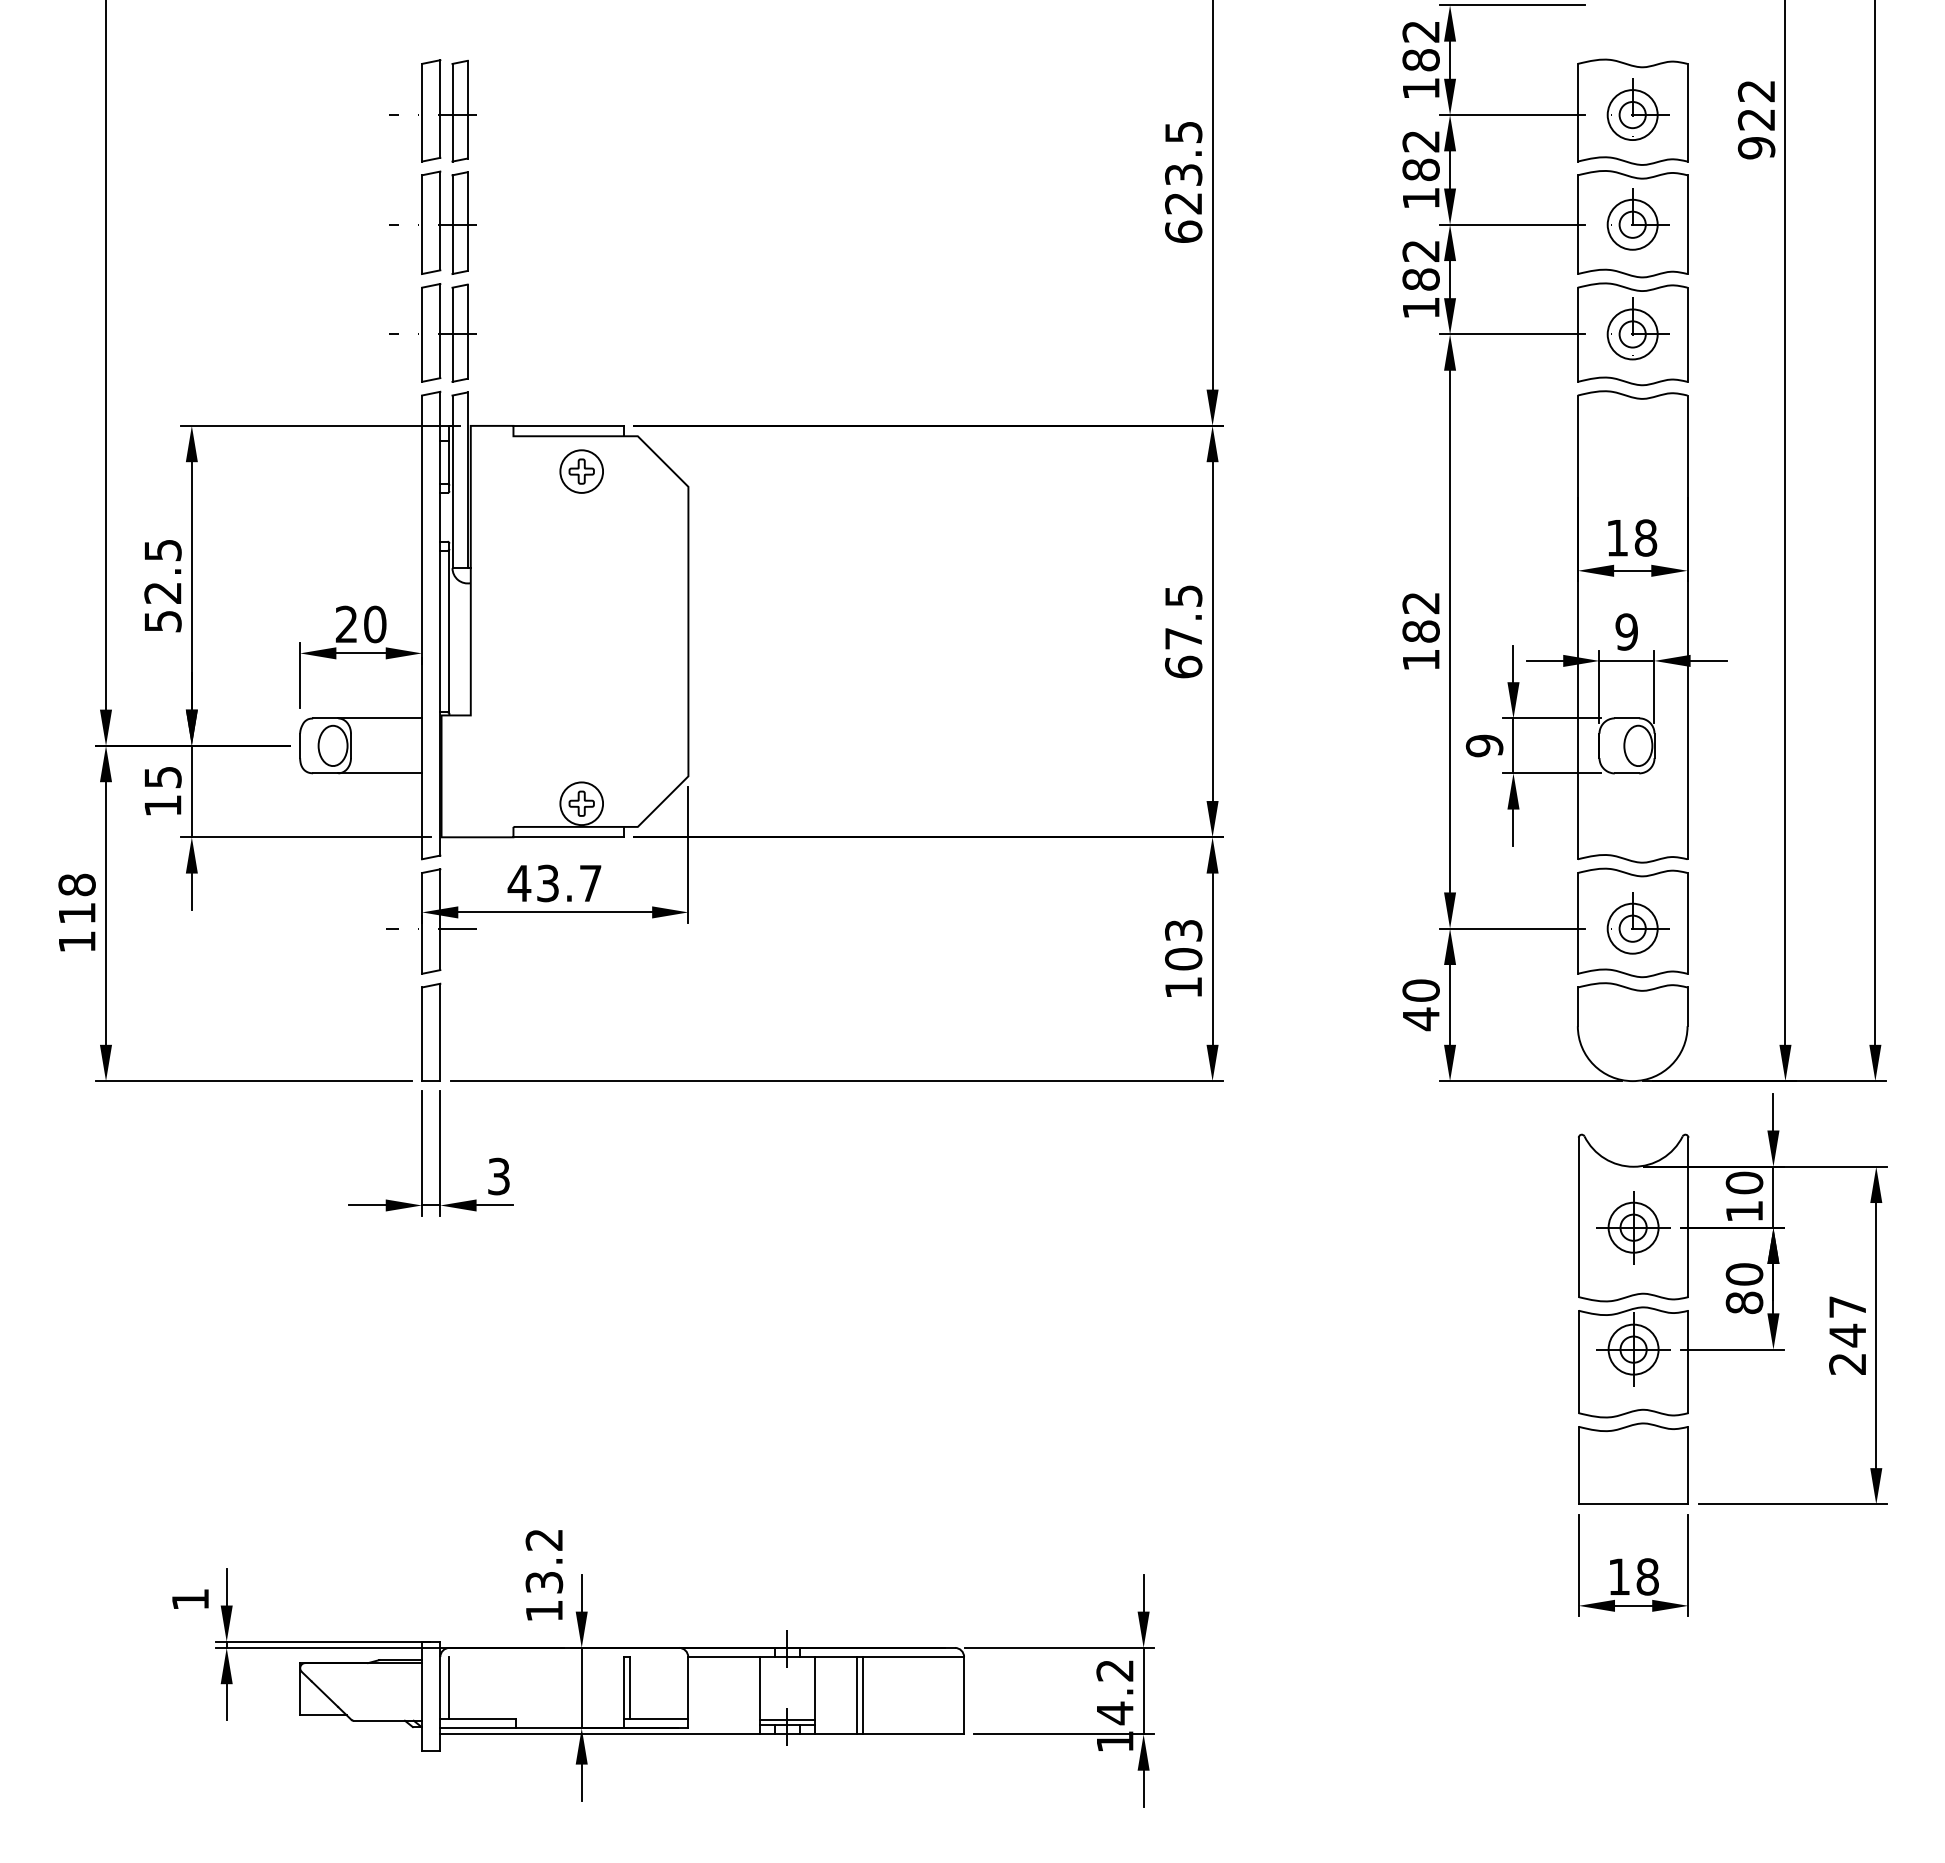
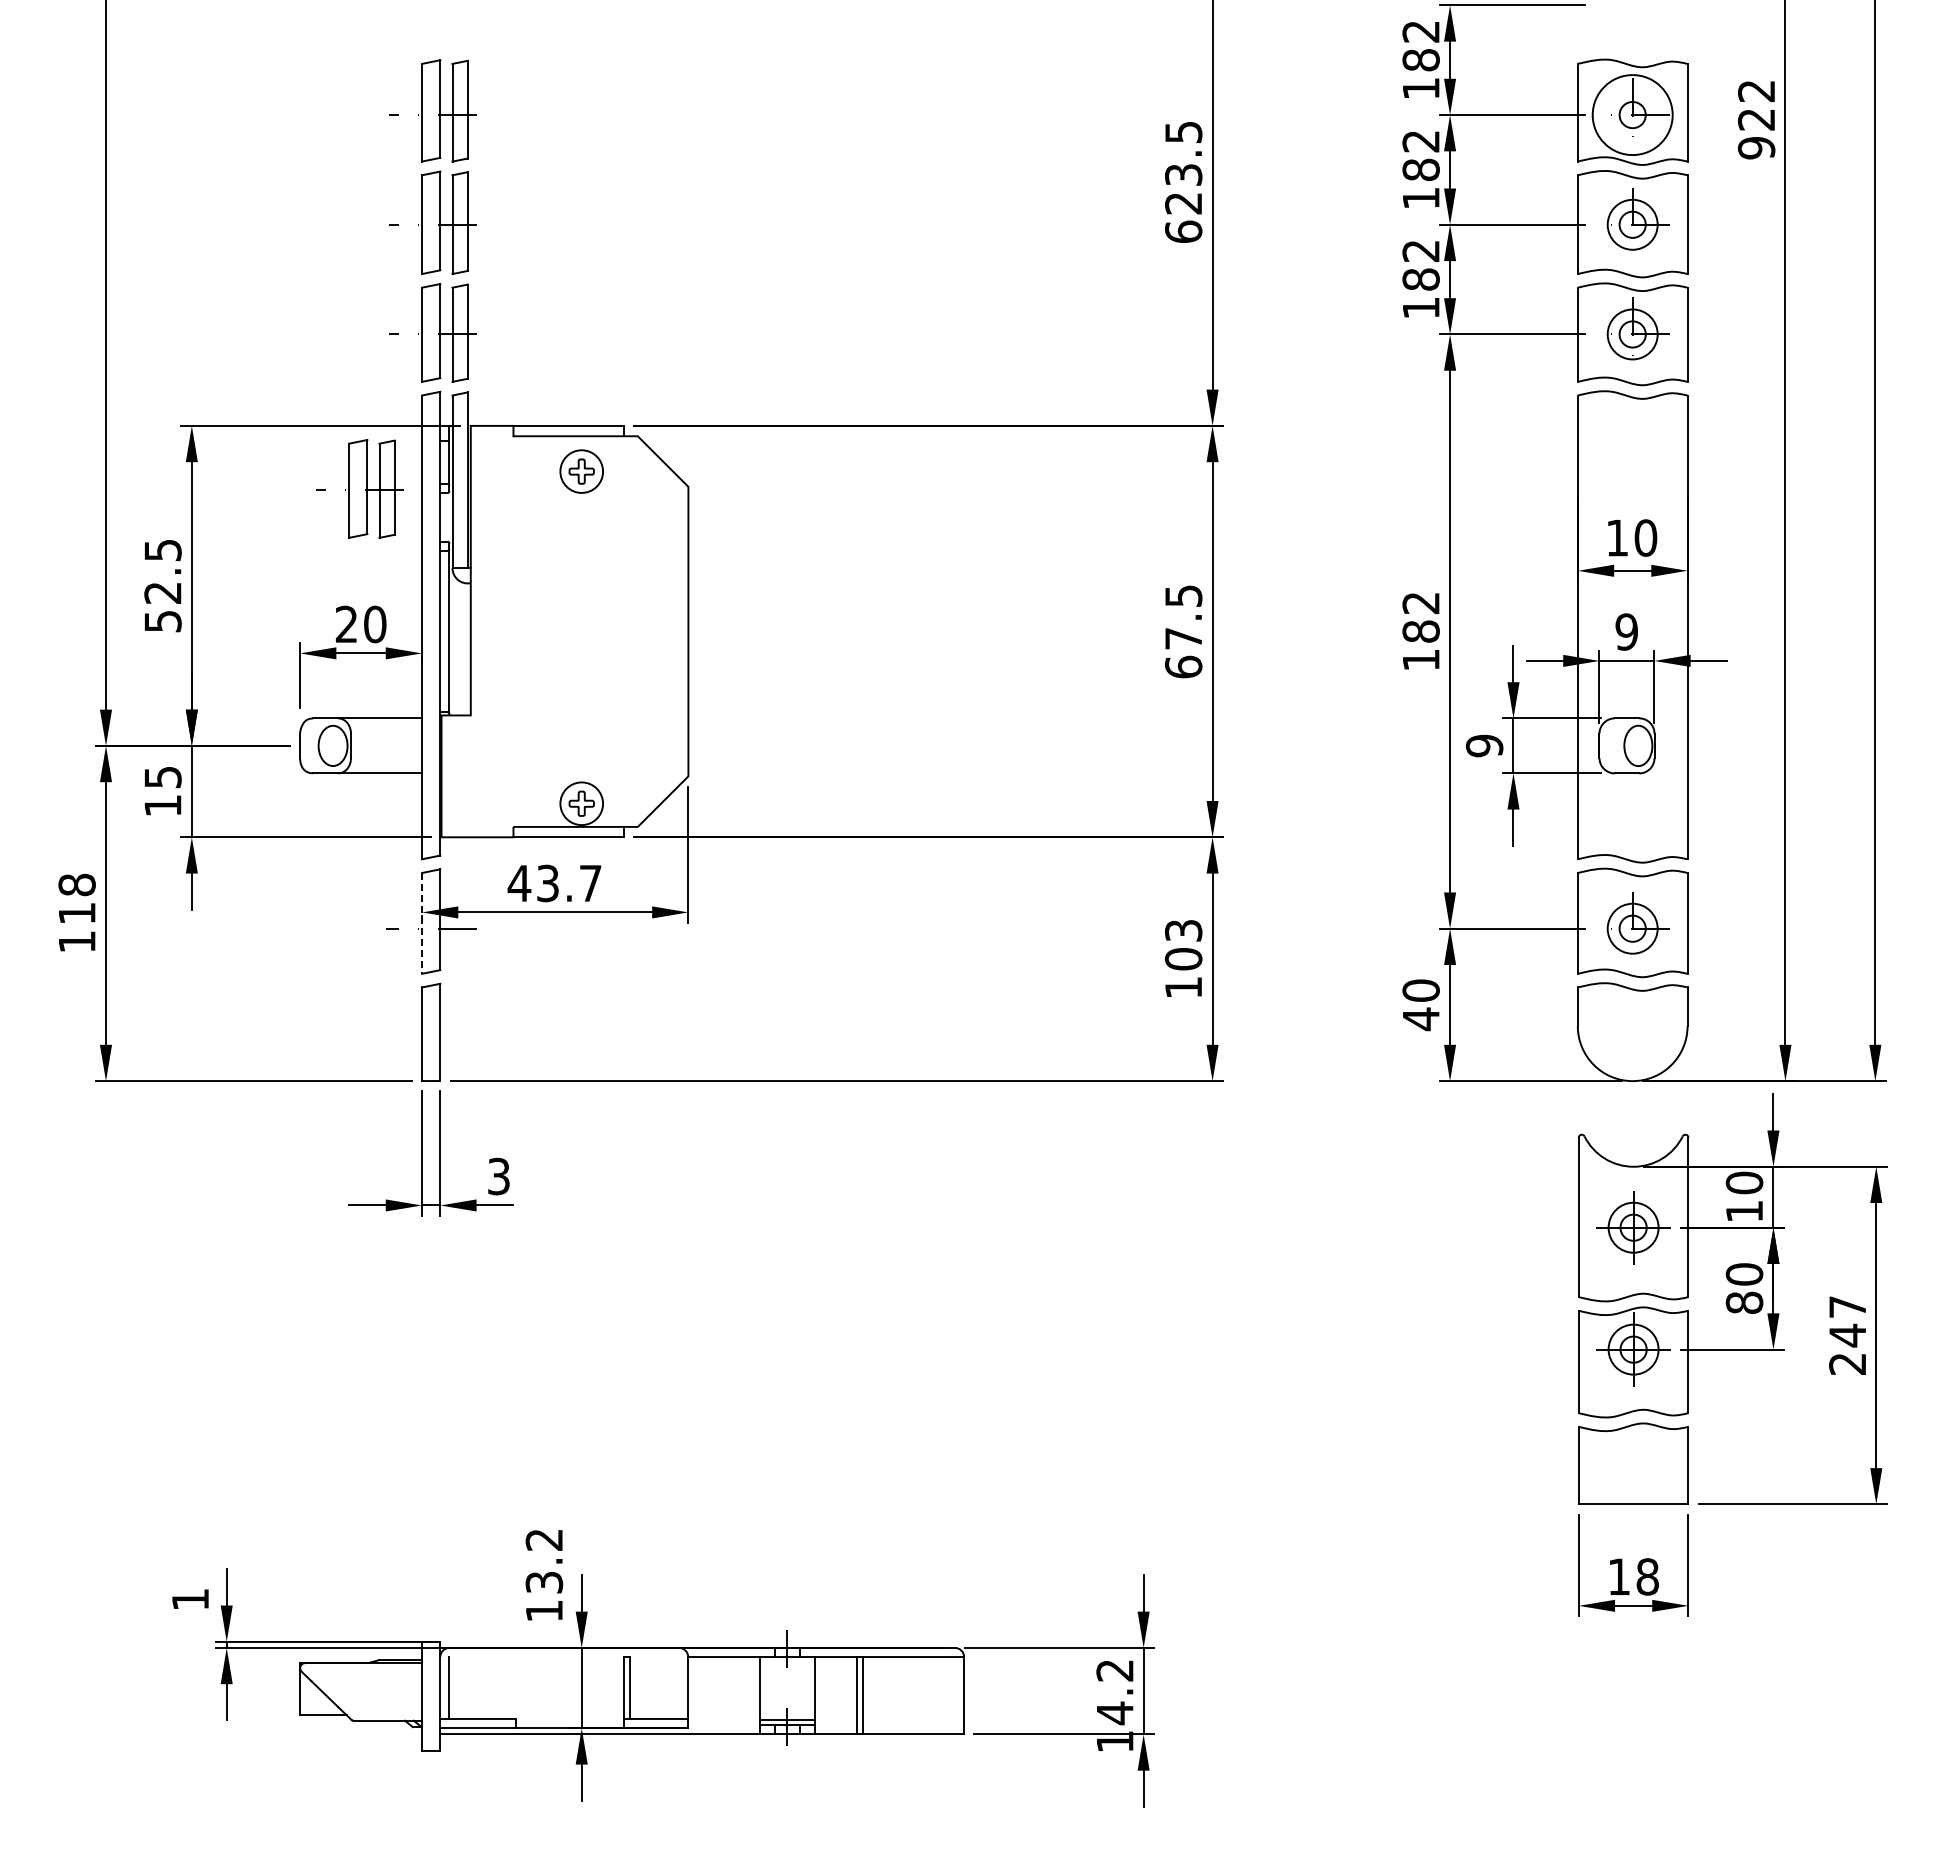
circle at (1632, 115) diameter: 50 px -> 80 px
part at (359, 488): none -> present
text at (1645, 537): 18 -> 10
line at (422, 923): solid -> dashed
